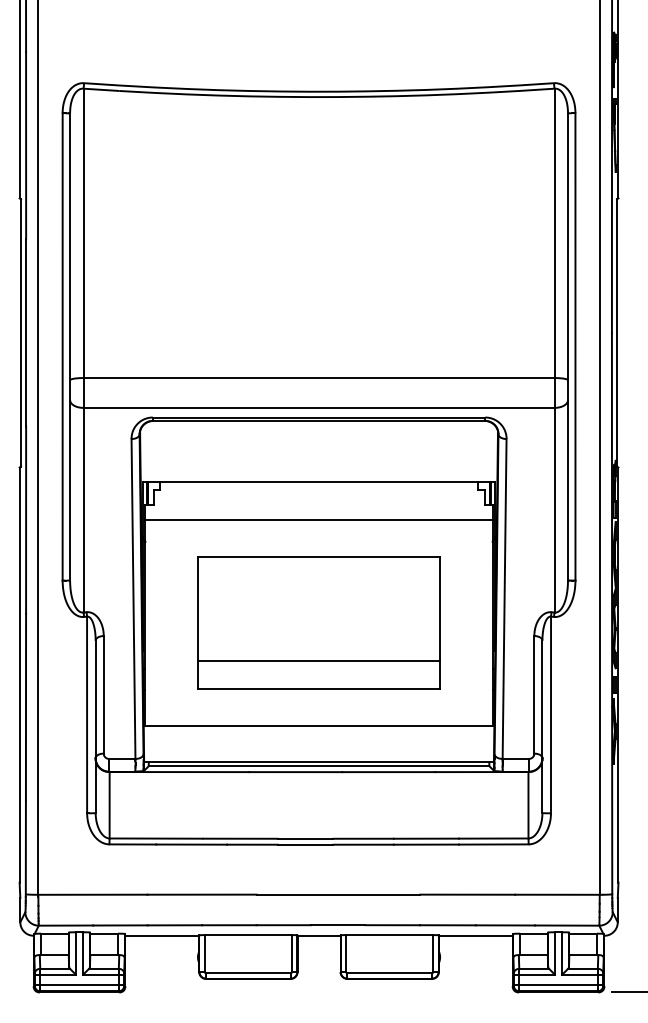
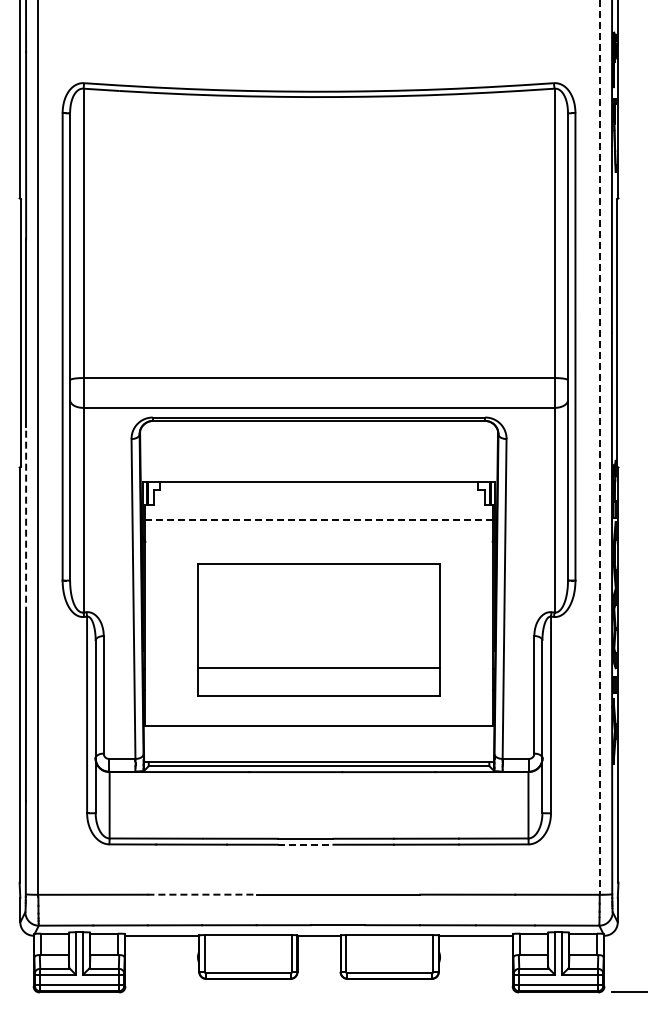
line at (599, 447): solid -> dashed
line at (26, 520): solid -> dashed
line at (319, 520): solid -> dashed
part at (318, 622) position: (318, 622) -> (318, 629)
line at (305, 844): solid -> dashed
line at (201, 894): solid -> dashed
